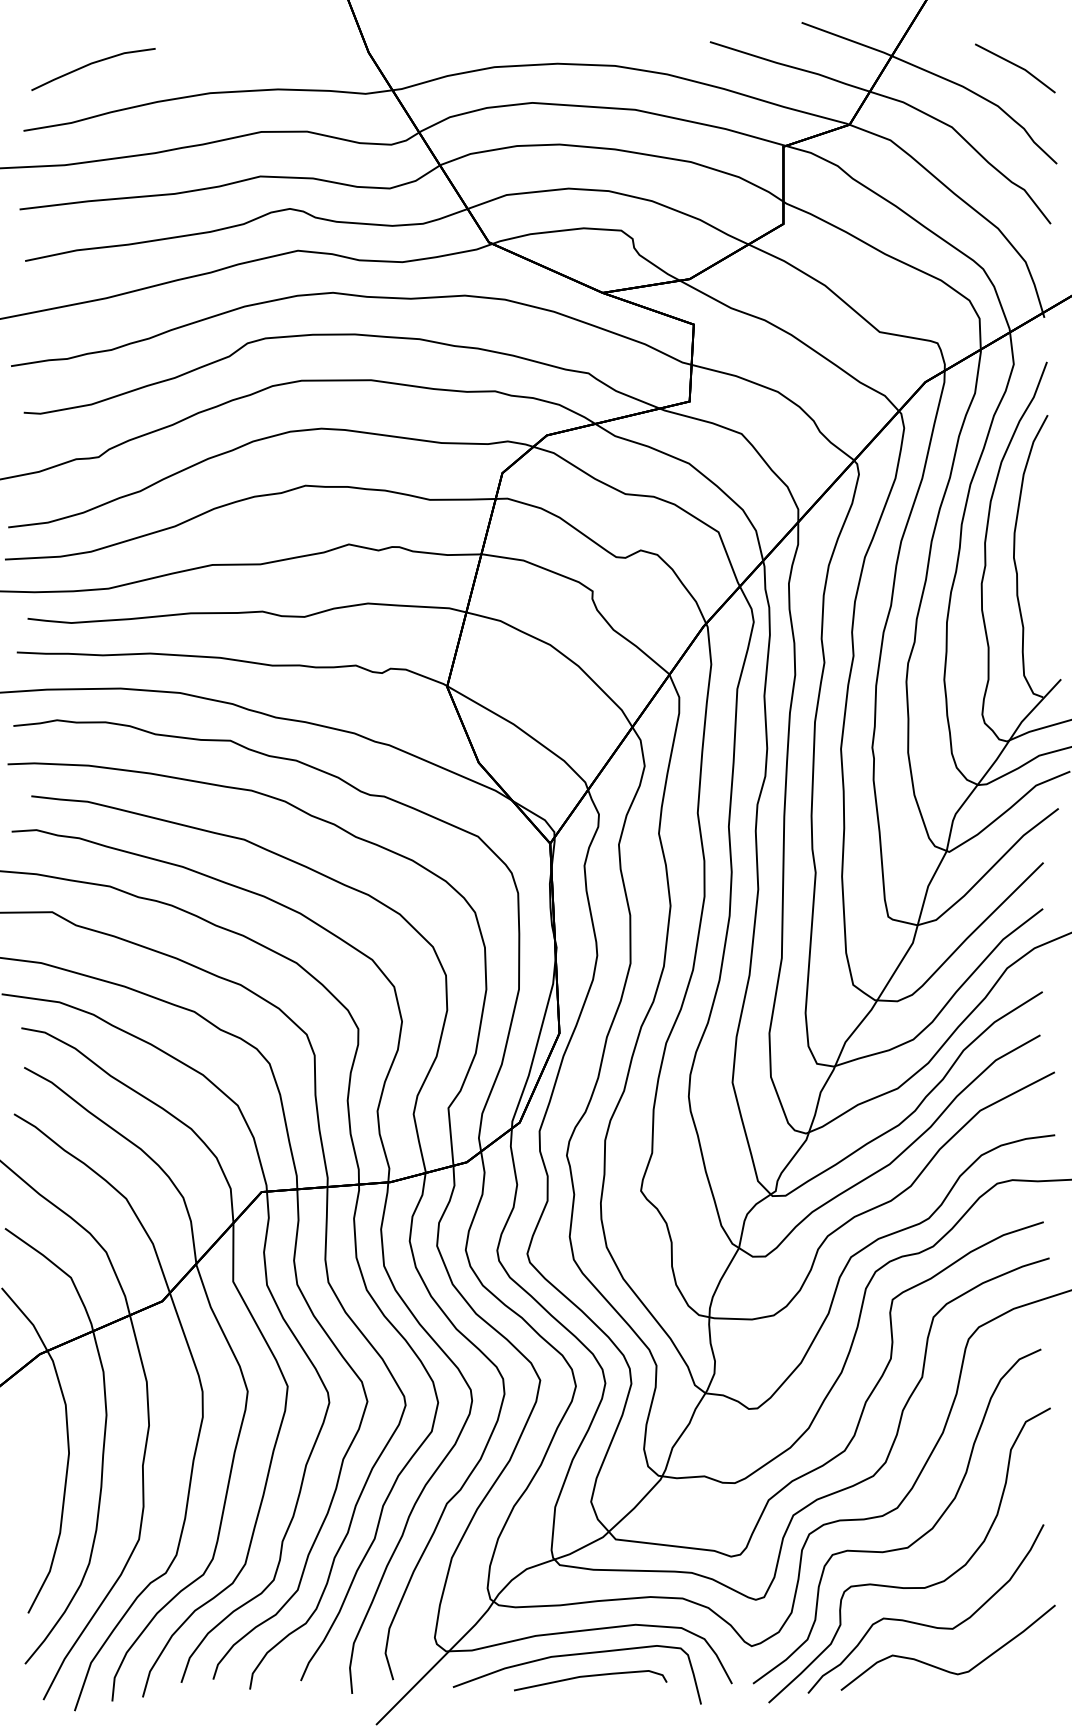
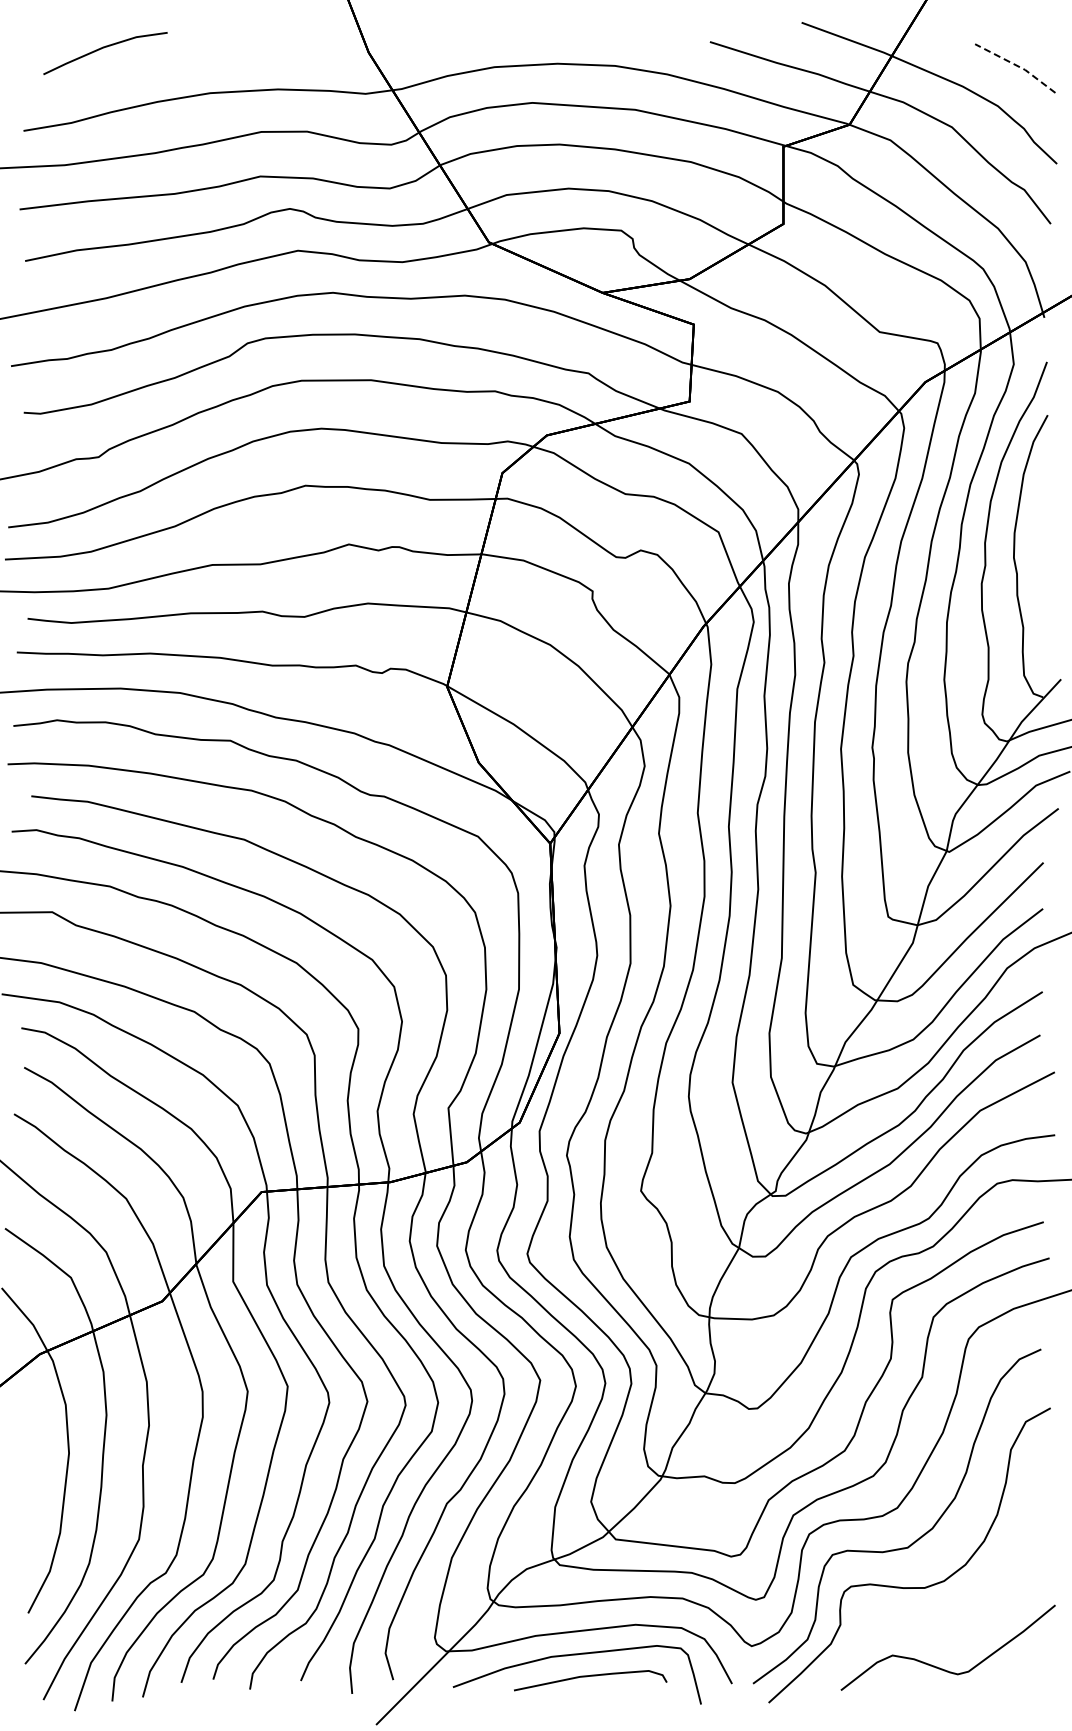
line at (92, 64) position: (92, 64) -> (104, 48)
line at (1017, 65): solid -> dashed
curve at (922, 1623): present -> none
